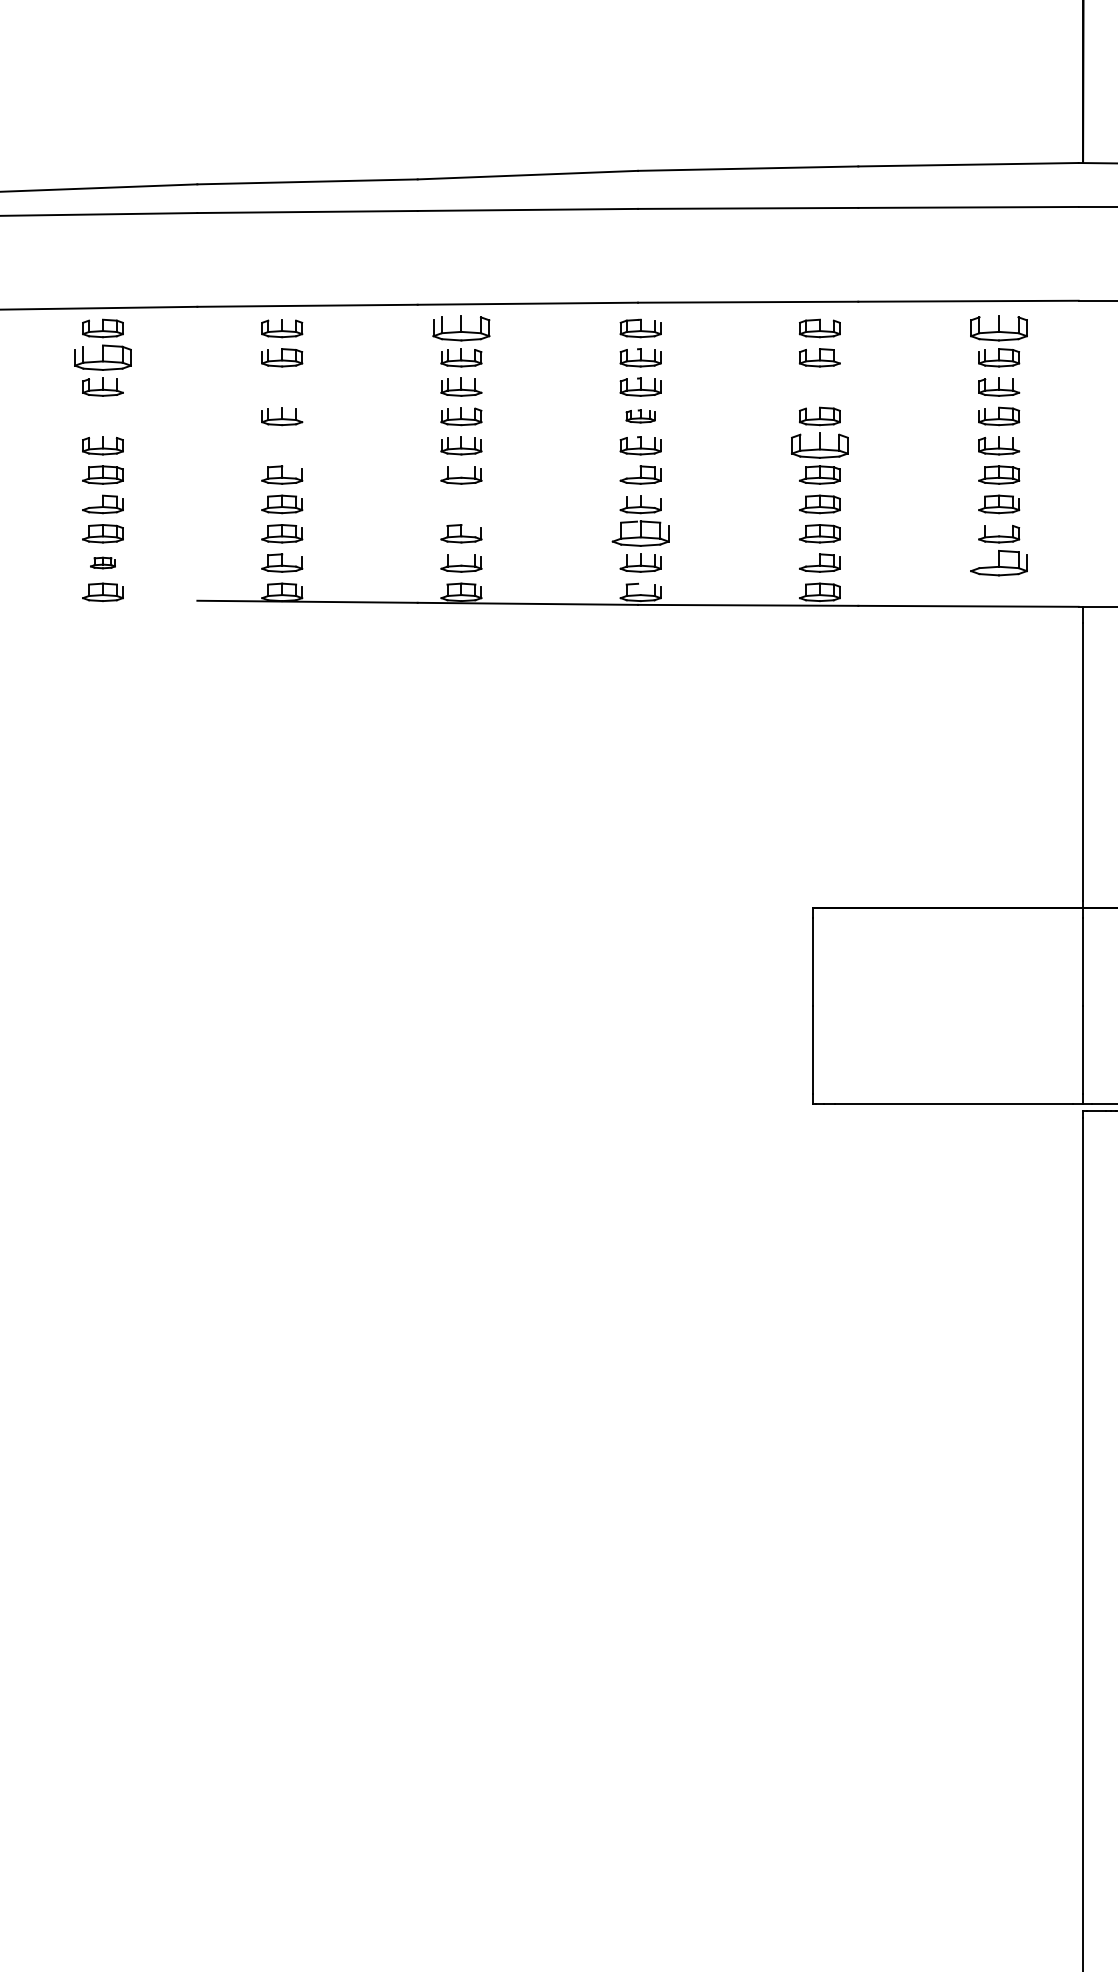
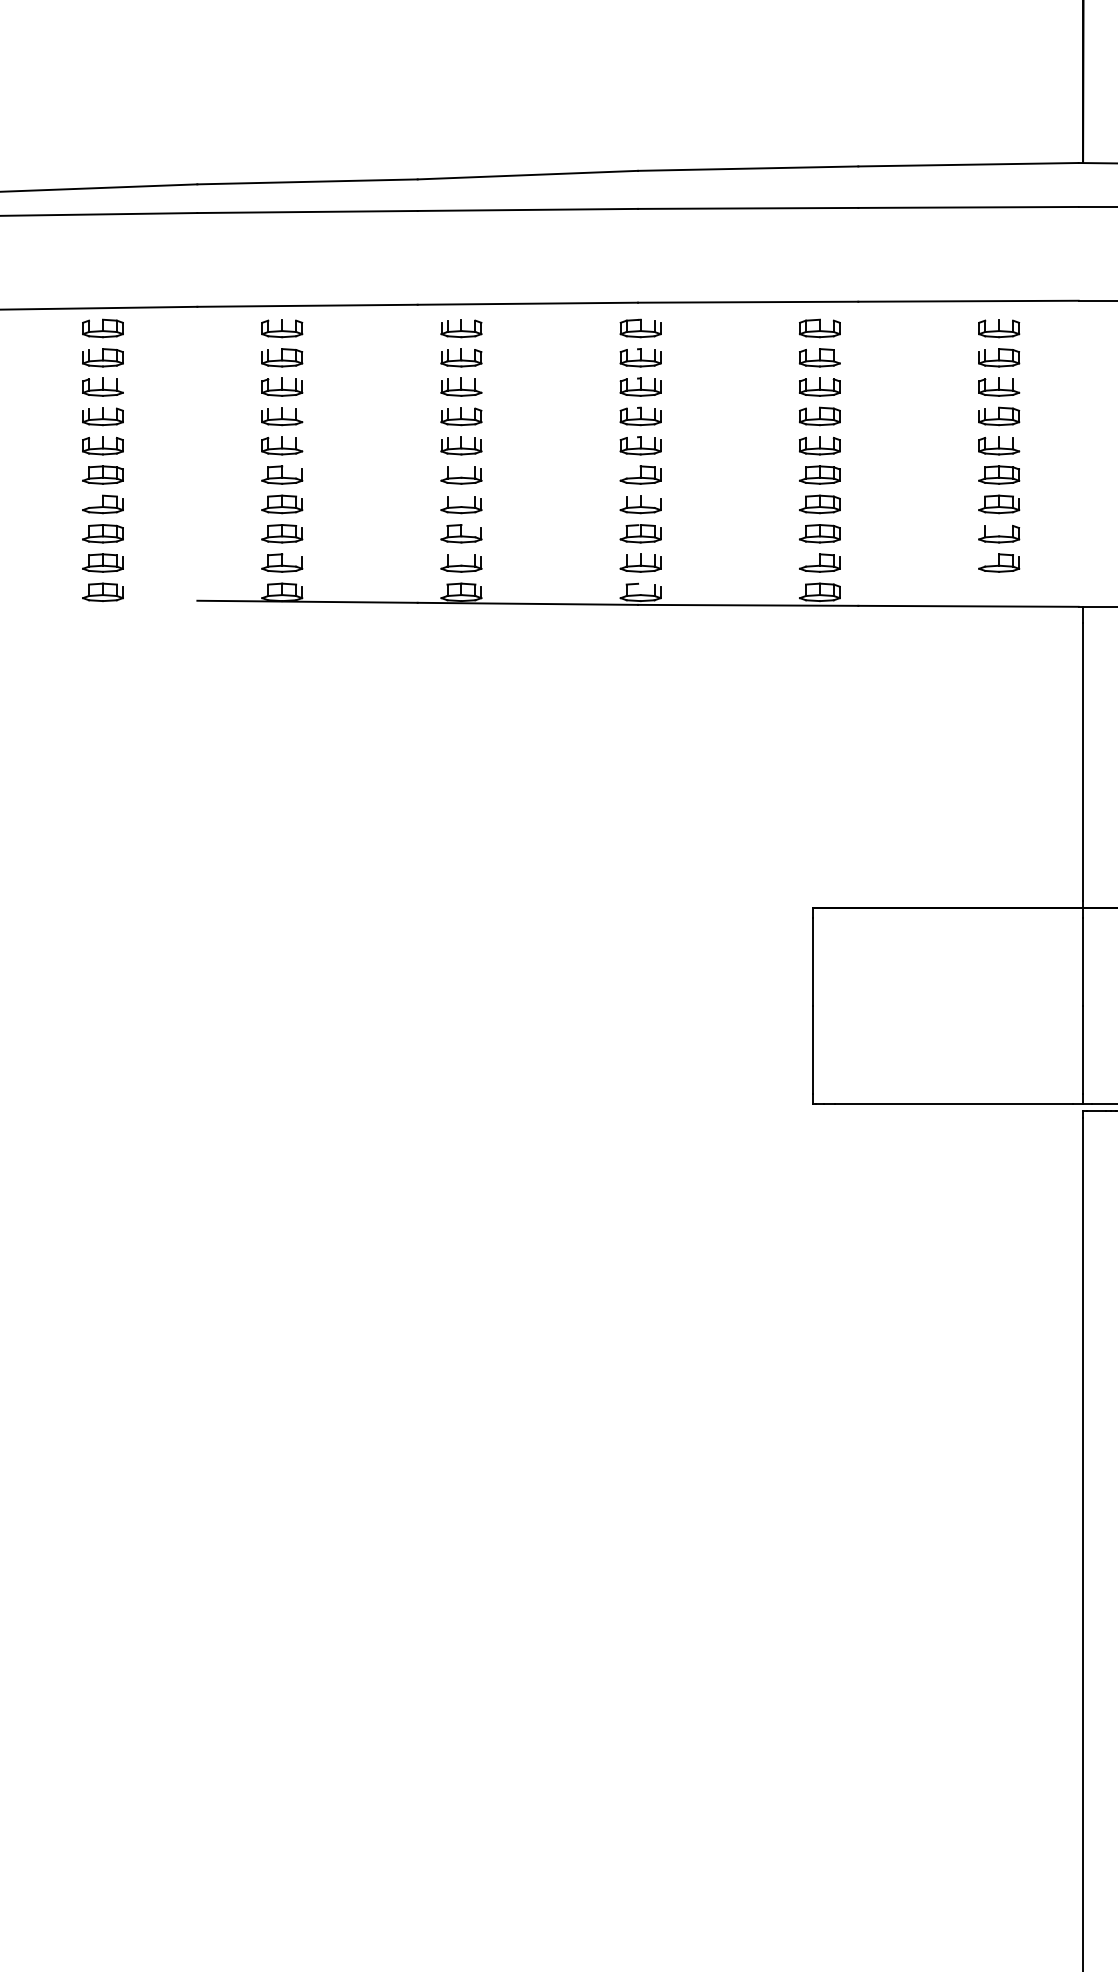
part at (461, 328) size: 59x27 px -> 43x20 px
part at (998, 328) size: 58x27 px -> 43x20 px
part at (102, 357) size: 58x27 px -> 42x20 px
part at (282, 386): none -> present
part at (819, 386): none -> present
part at (102, 416): none -> present
part at (640, 416) size: 31x15 px -> 43x21 px
part at (282, 445): none -> present
part at (819, 445) size: 58x27 px -> 42x20 px
part at (461, 505): none -> present
part at (640, 533) size: 59x27 px -> 43x20 px
part at (102, 562) size: 26x14 px -> 42x20 px
part at (998, 563) size: 58x27 px -> 43x20 px
